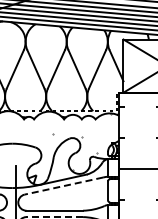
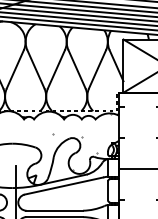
line at (63, 186): dashed -> solid
line at (54, 217): dashed -> solid
